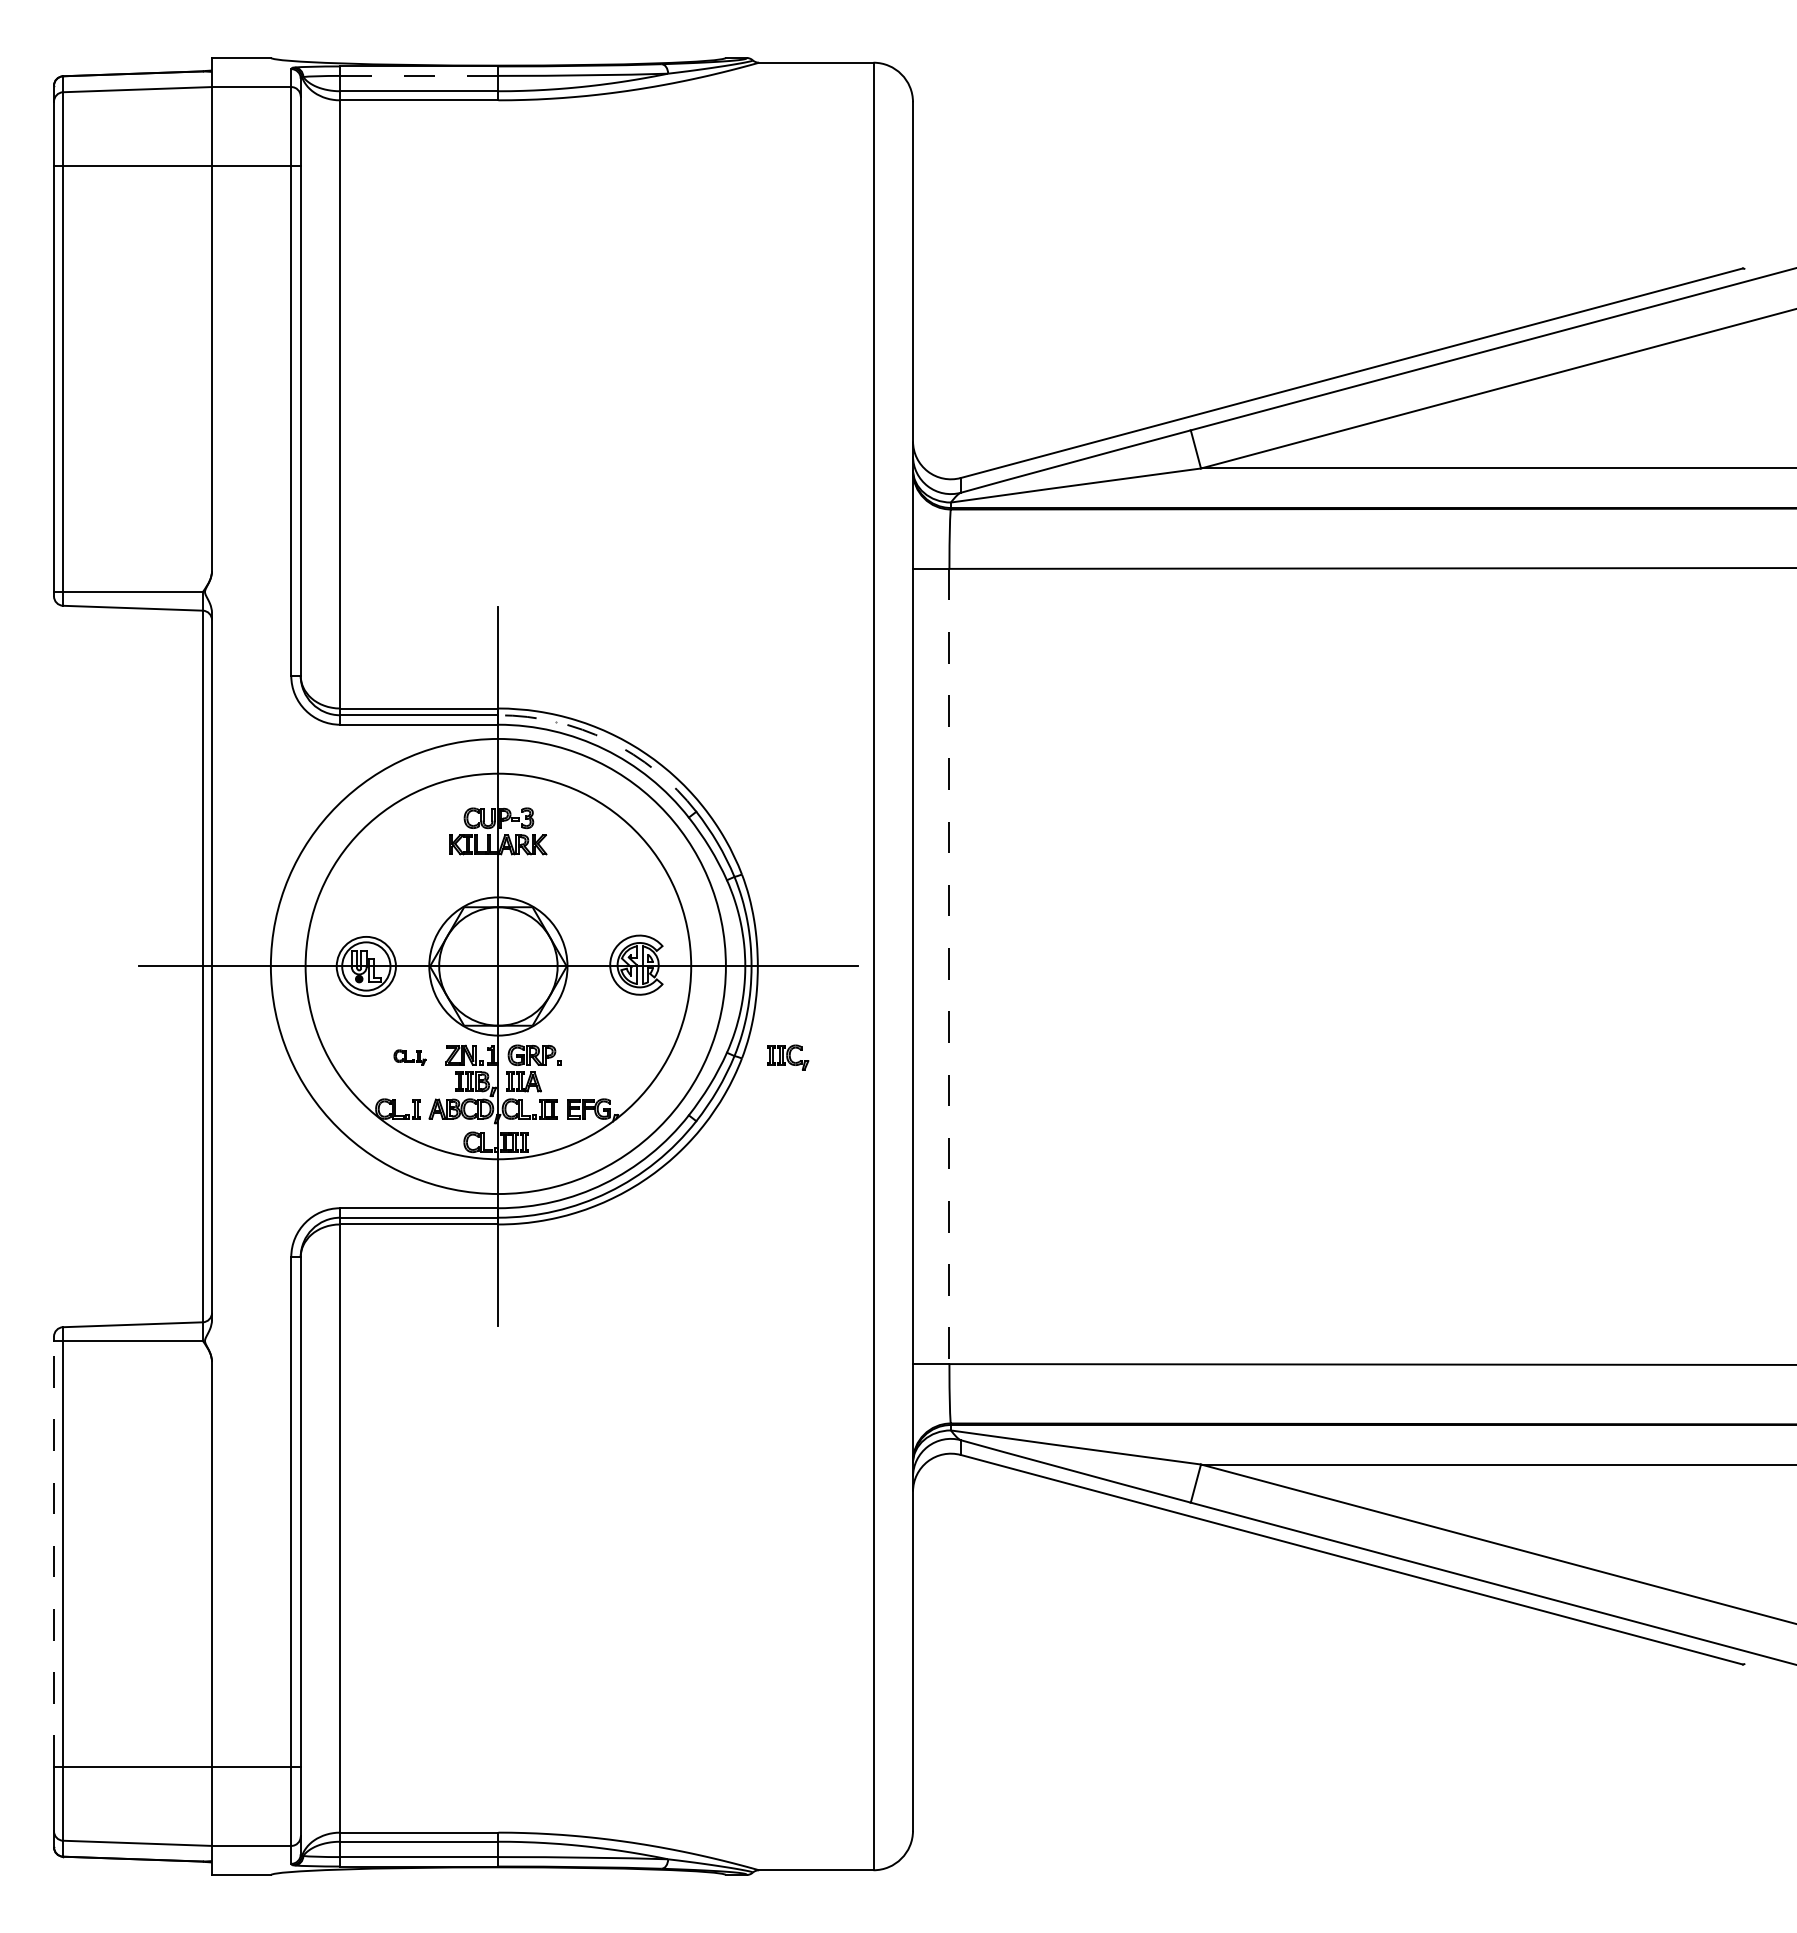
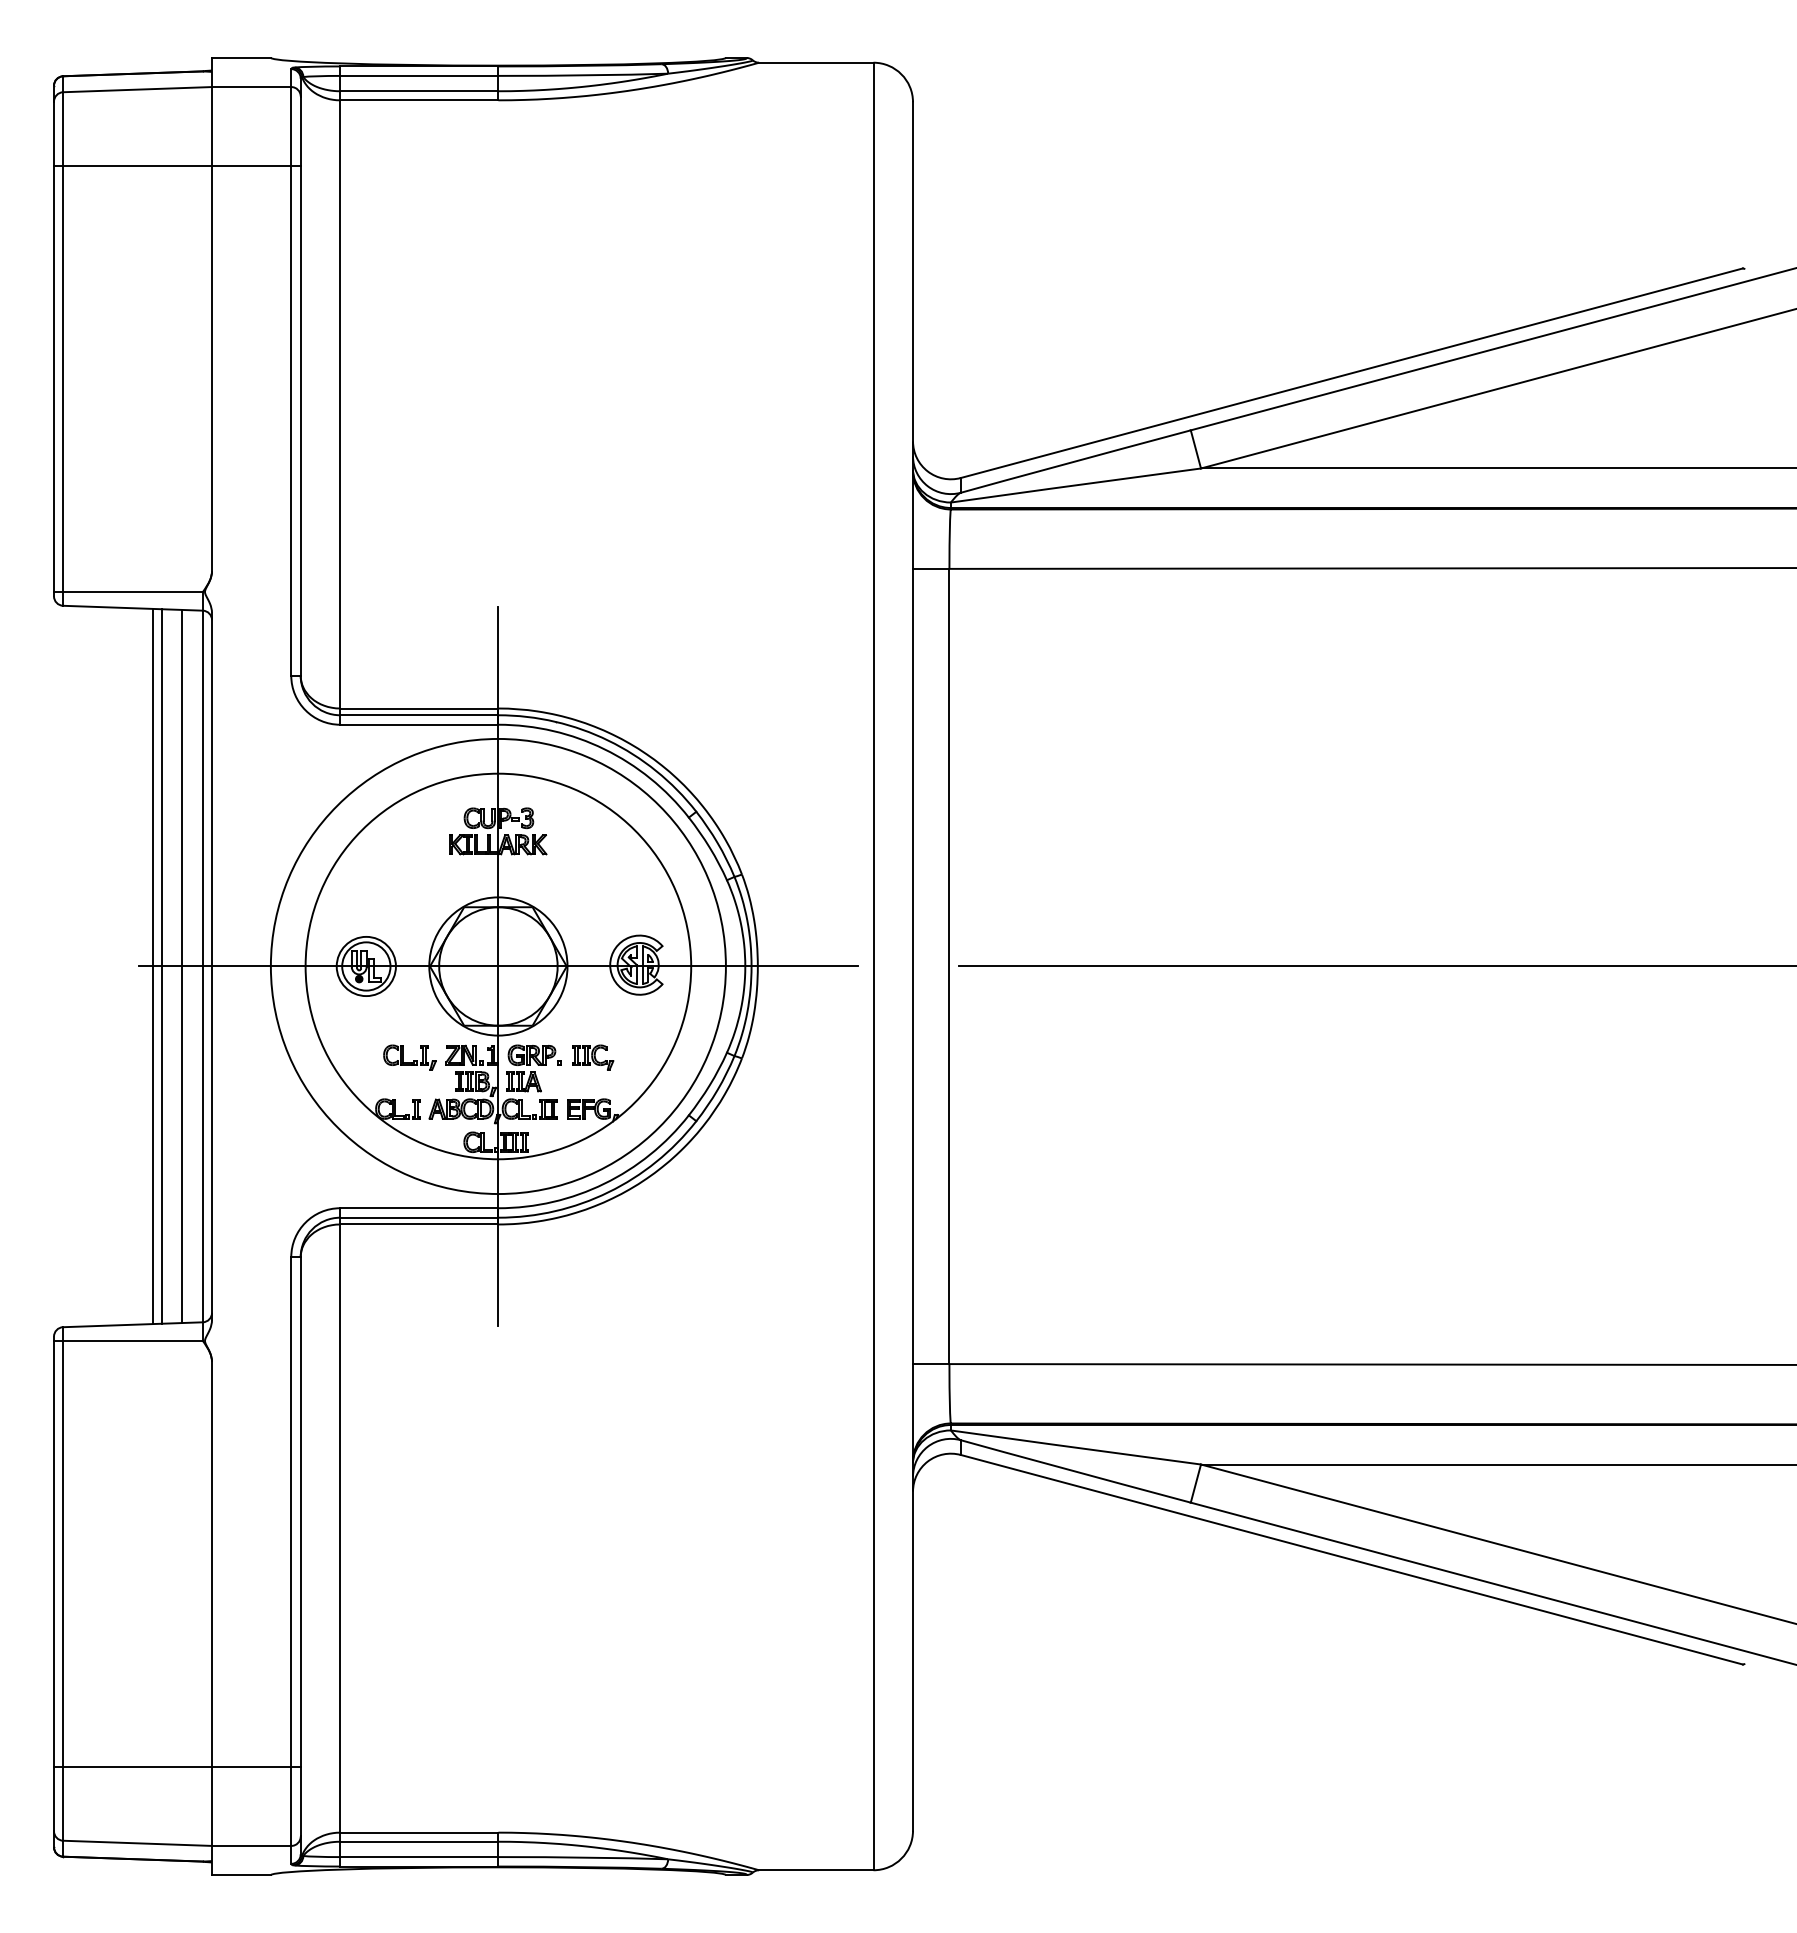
line at (418, 75): dashed -> solid
arc at (608, 740): dashed -> solid
line at (152, 966): none -> present
line at (162, 966): none -> present
line at (182, 966): none -> present
line at (949, 966): dashed -> solid
line at (1375, 966): none -> present
part at (409, 1057) size: 34x17 px -> 54x27 px
part at (788, 1057) position: (788, 1057) -> (593, 1057)
line at (54, 1553): dashed -> solid
